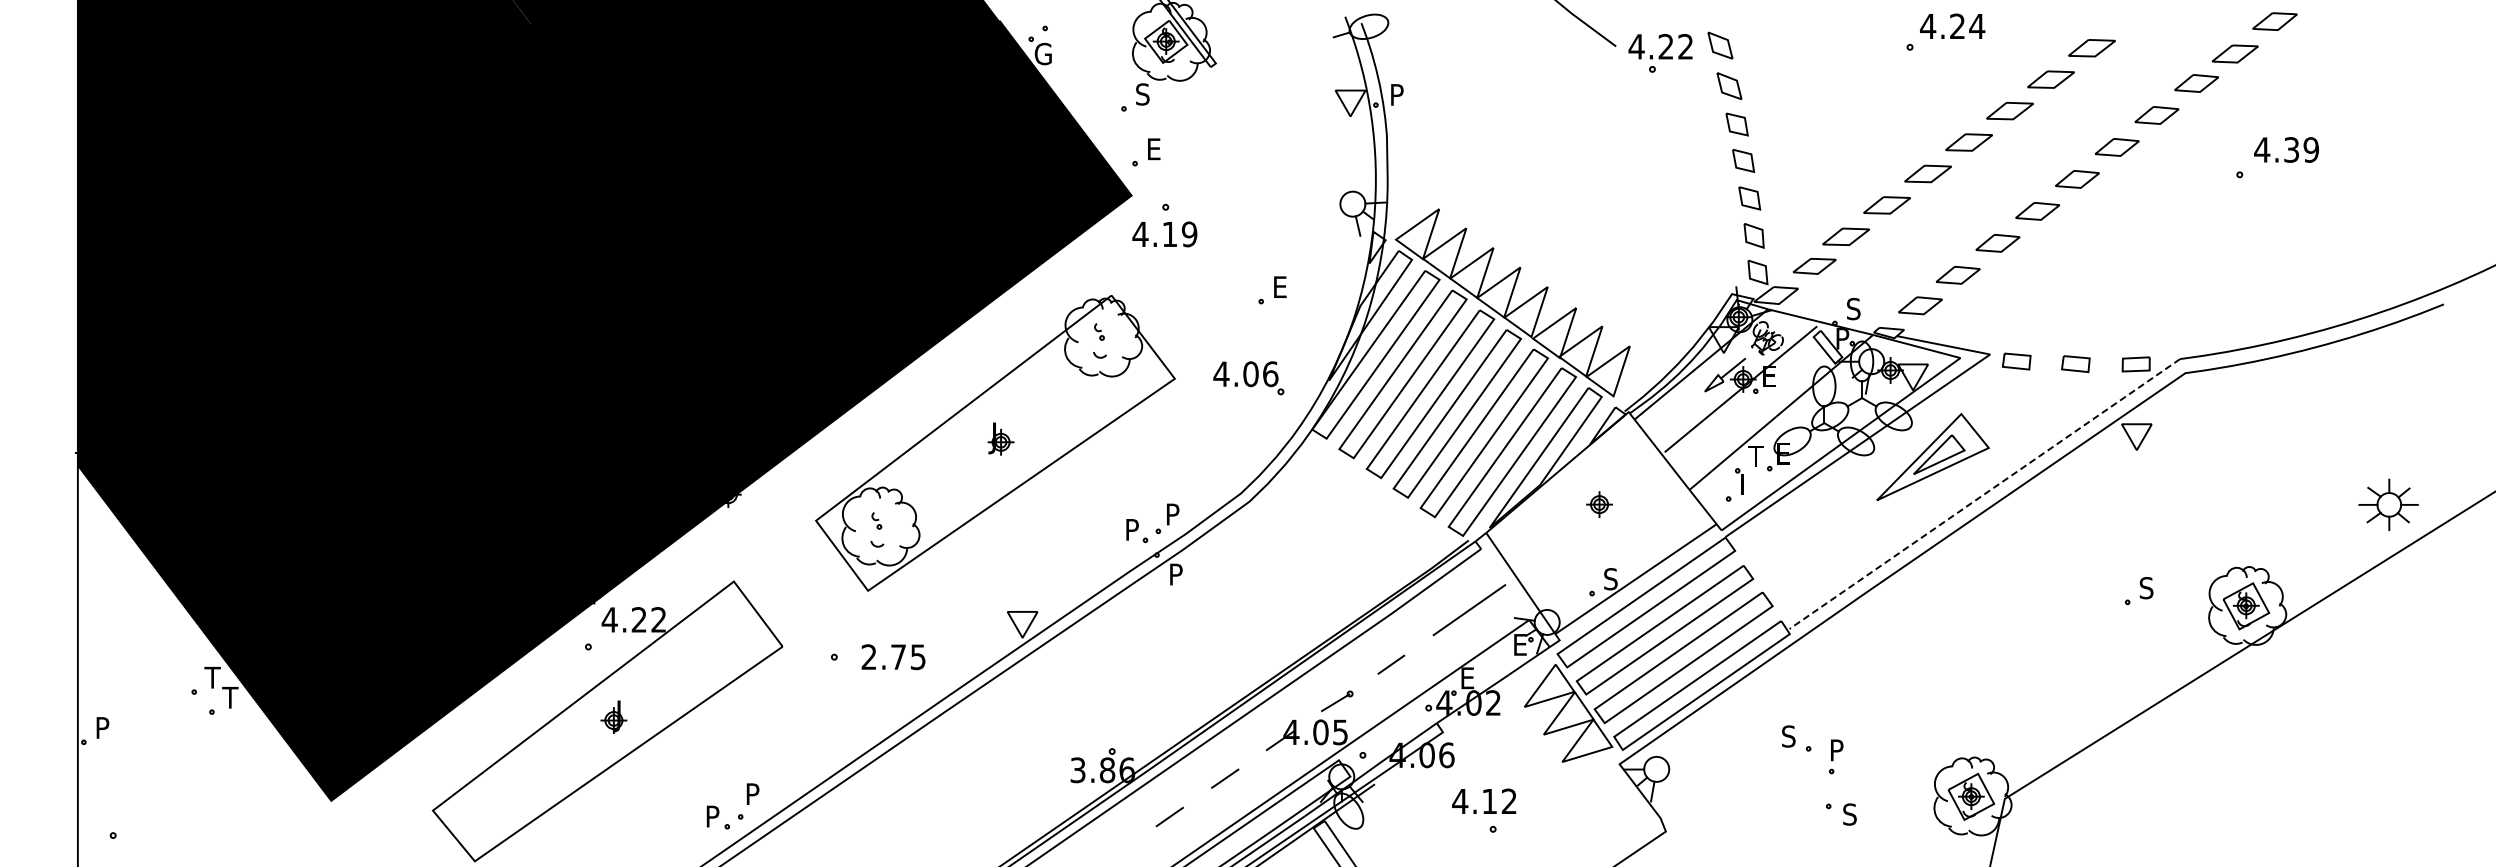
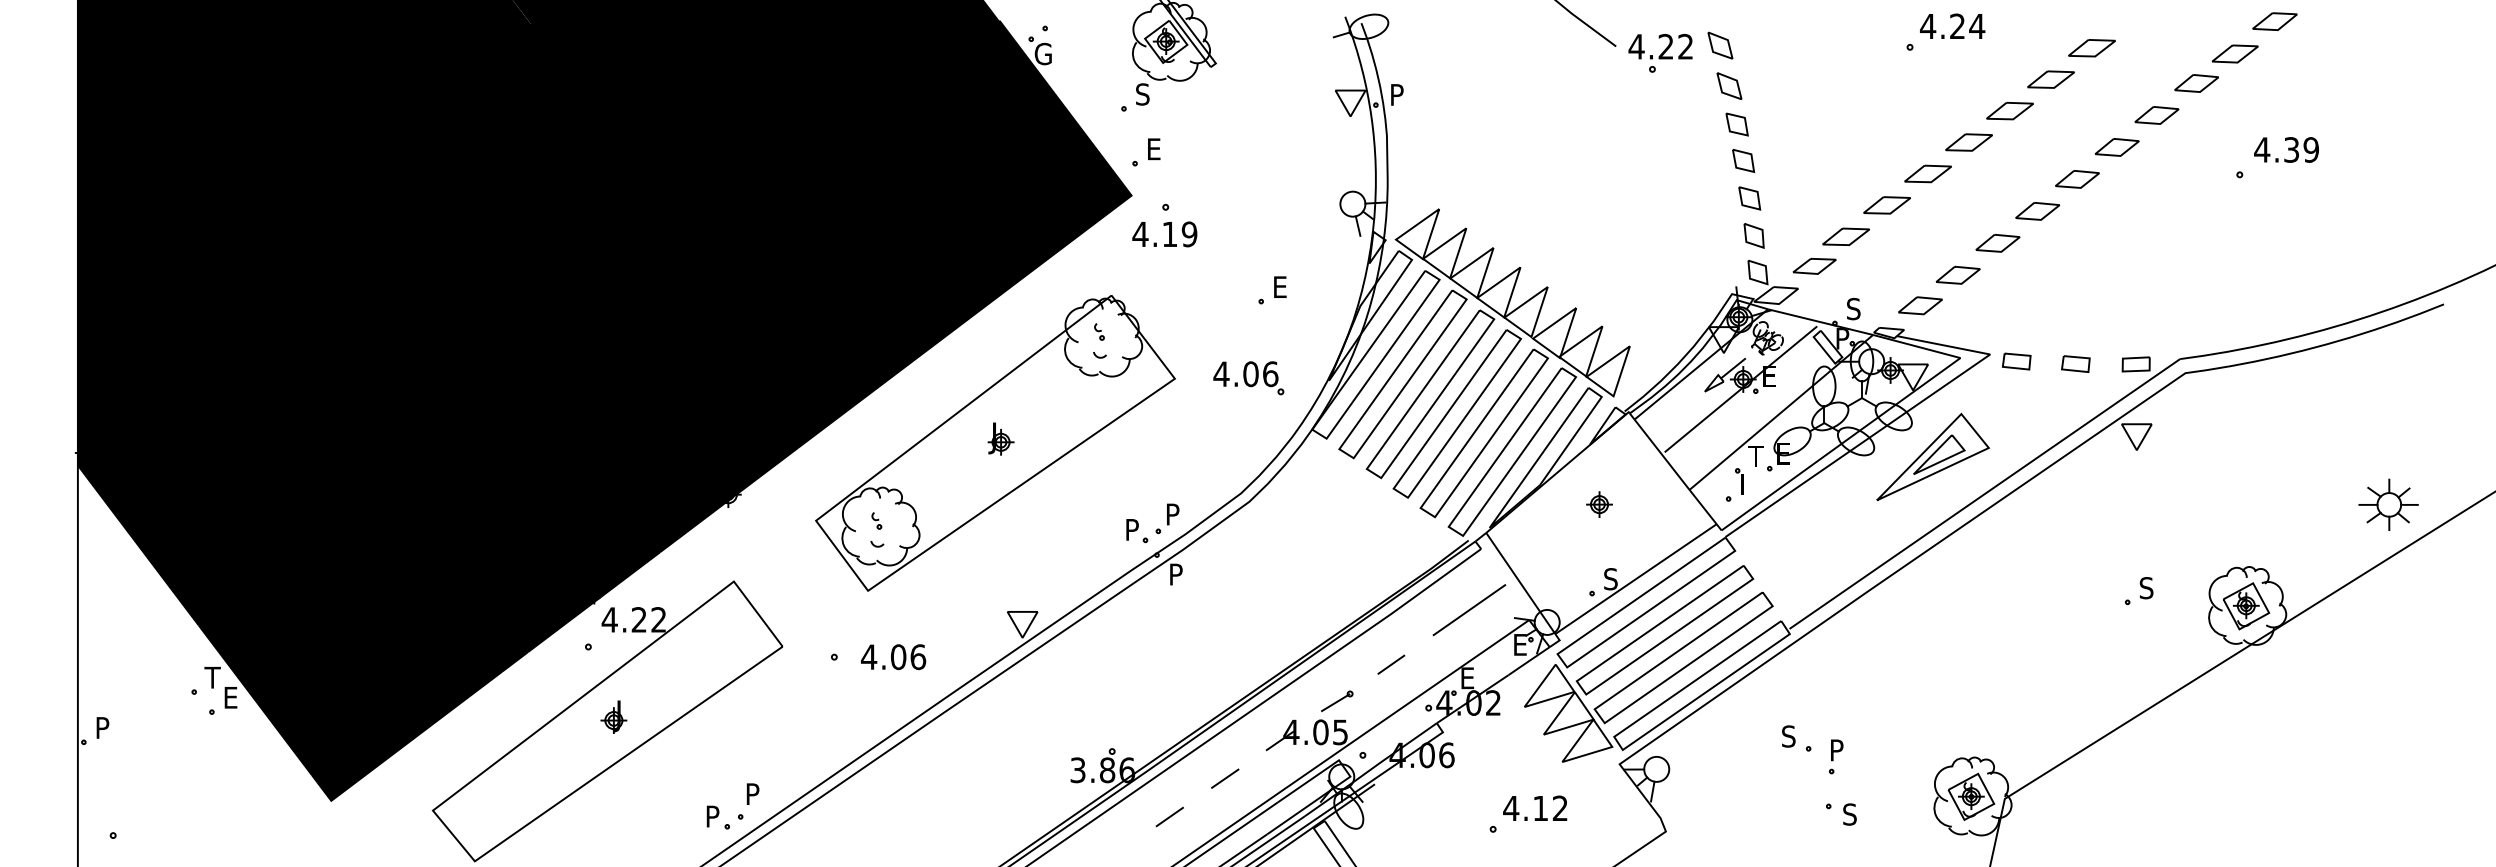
line at (1984, 494): dashed -> solid
text at (893, 657): 2.75 -> 4.06
text at (230, 697): T -> E
text at (1484, 800) position: (1484, 800) -> (1535, 807)
